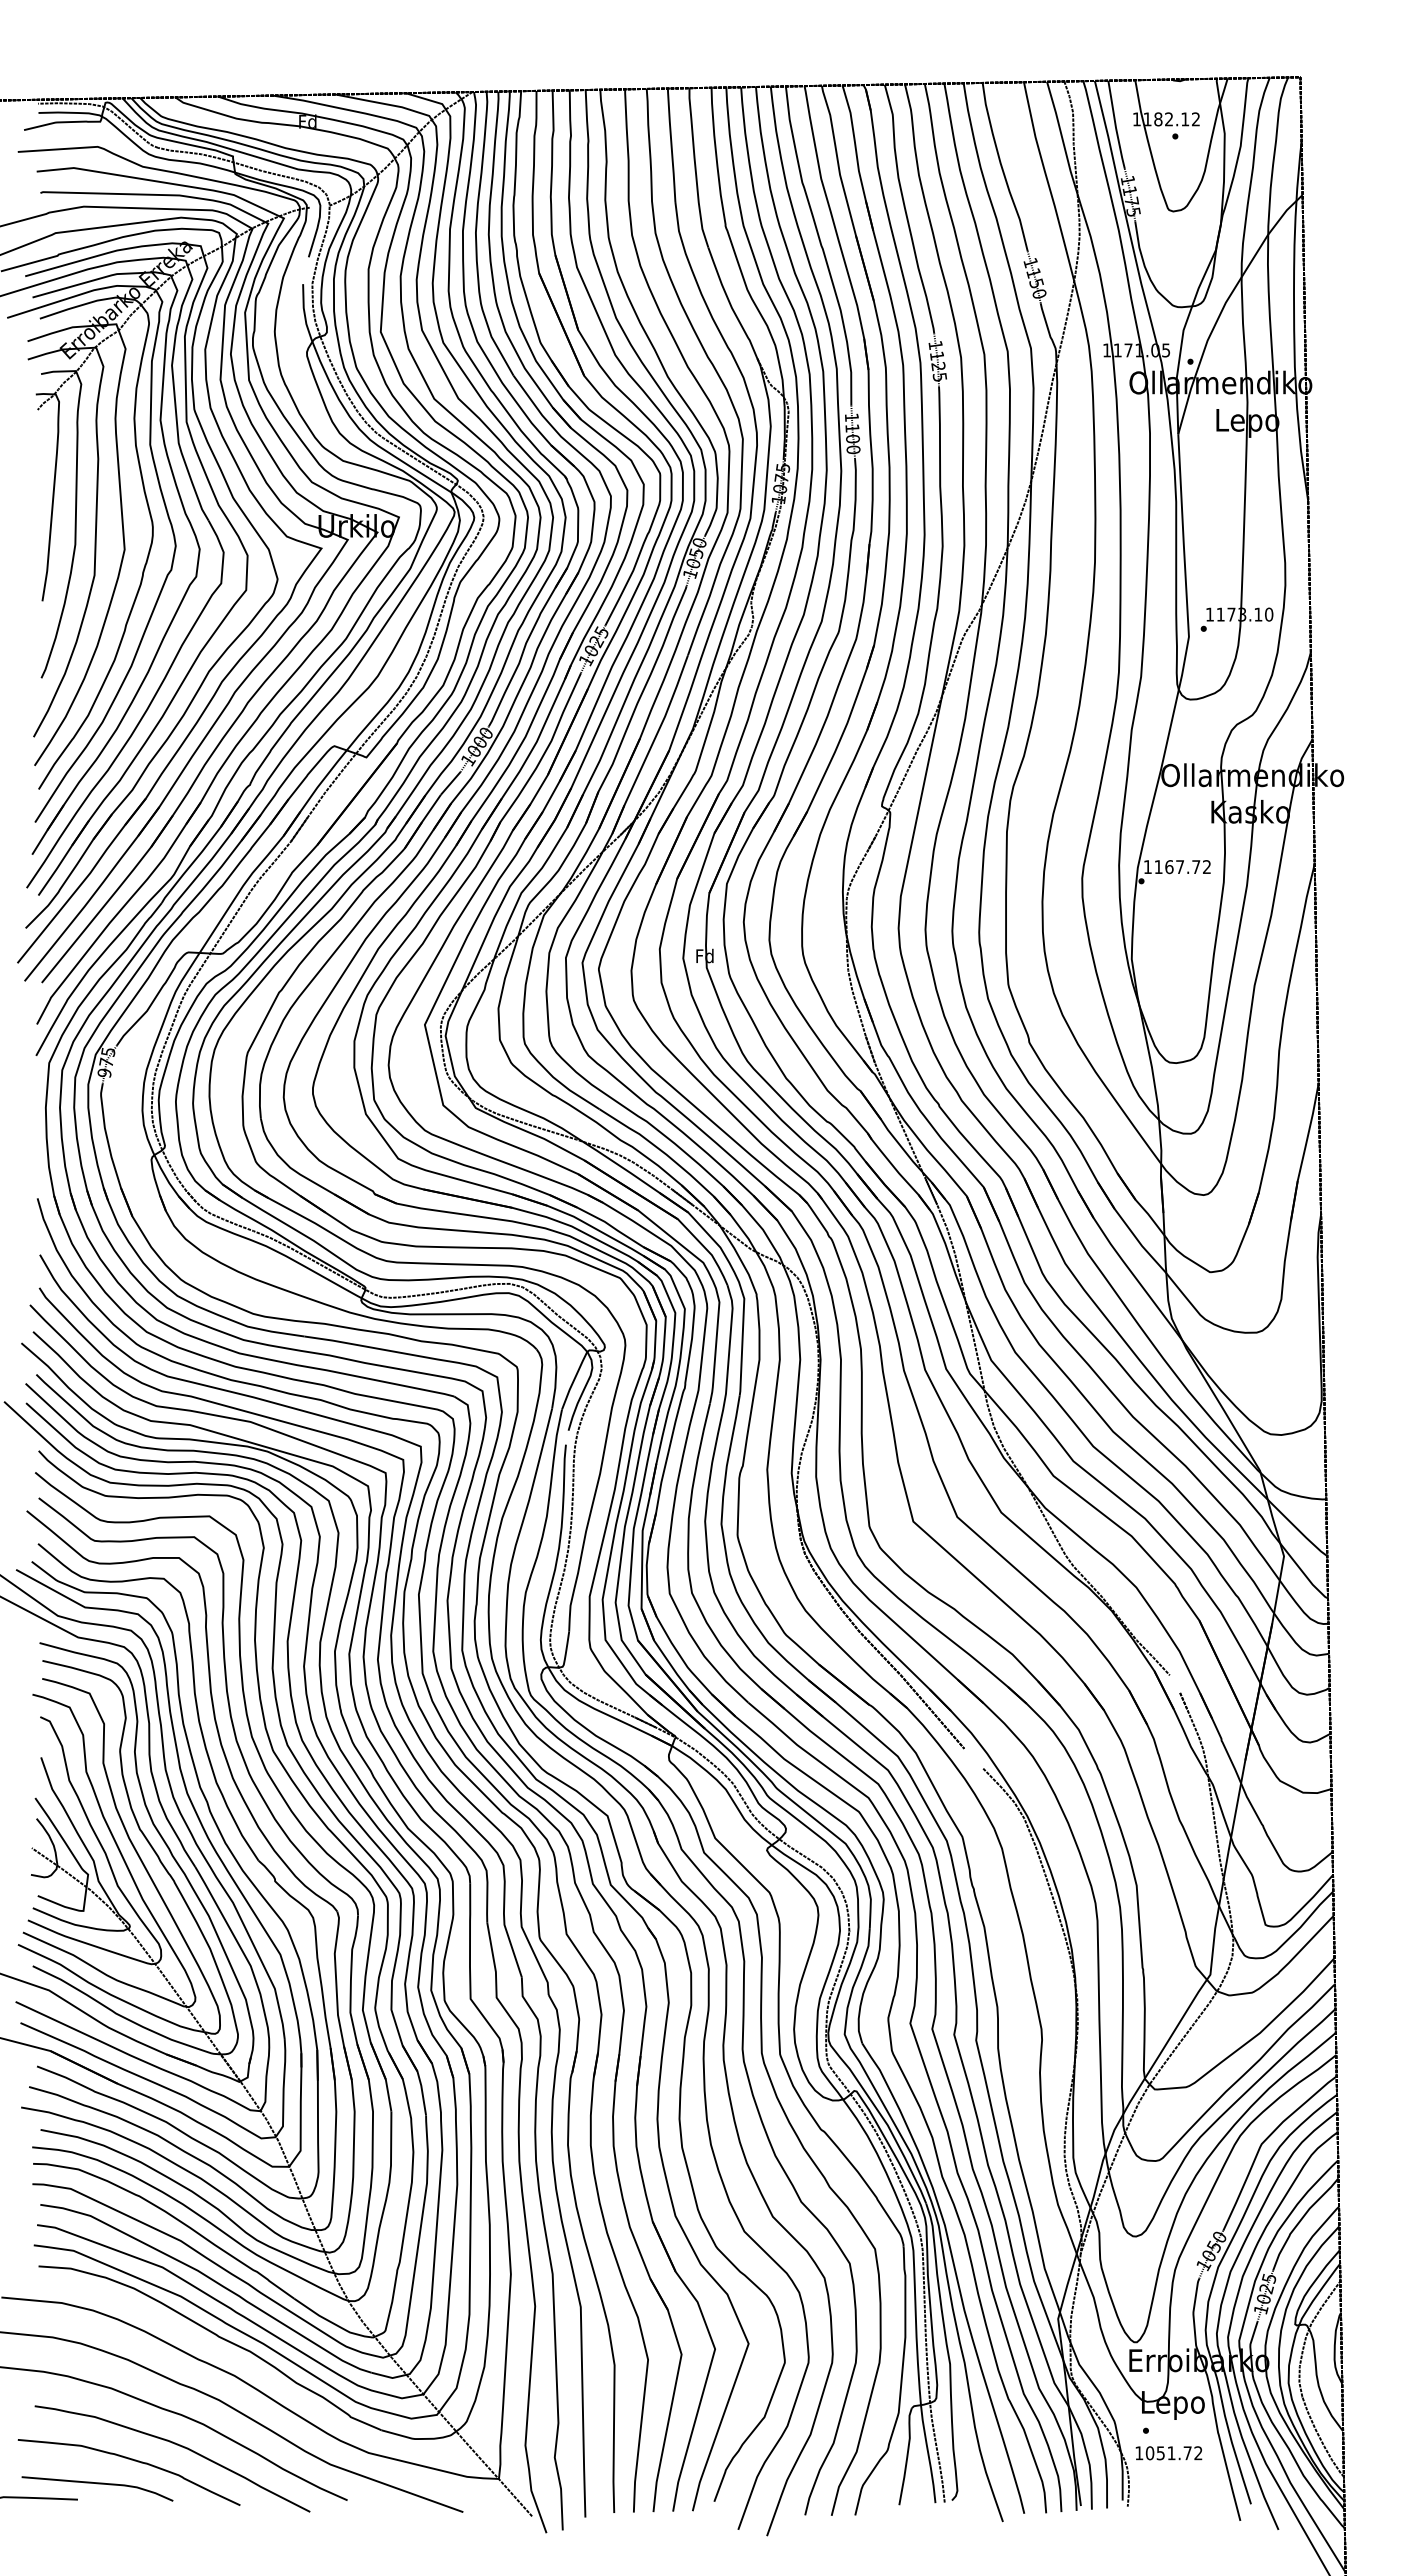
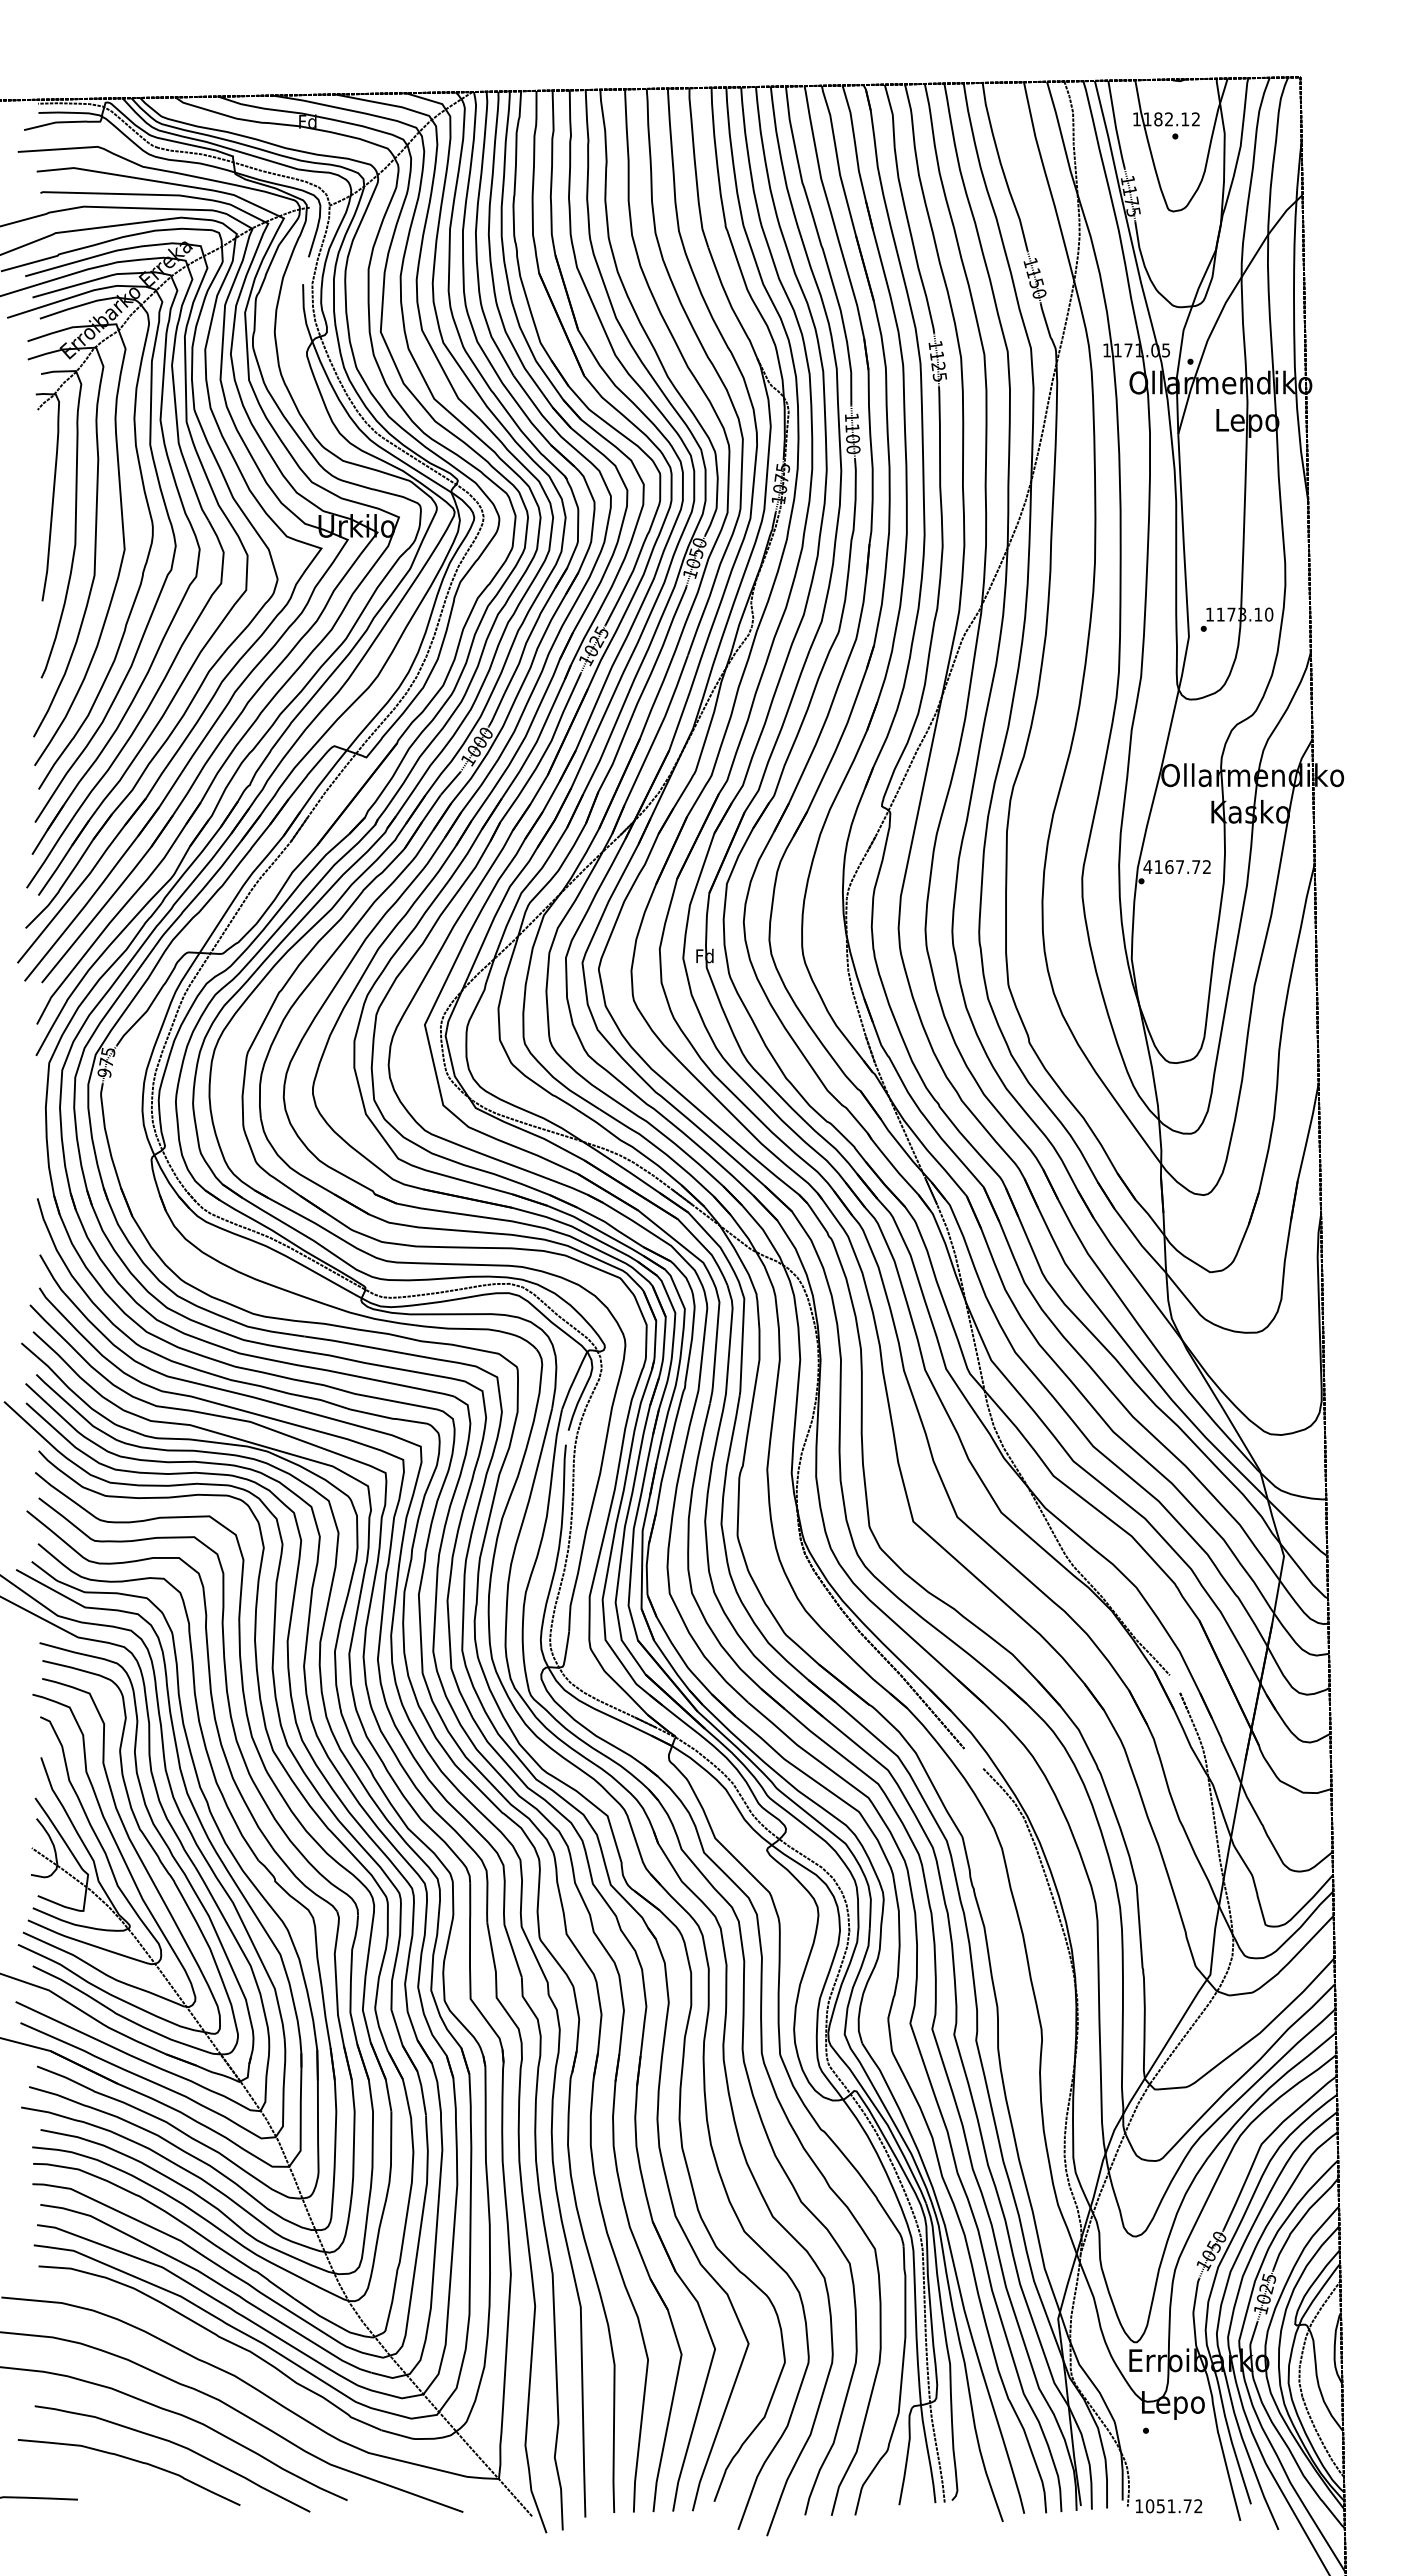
text at (1147, 866): 1167.72 -> 4167.72
text at (1168, 2453) position: (1168, 2453) -> (1168, 2506)
curve at (97, 2484): present -> none
